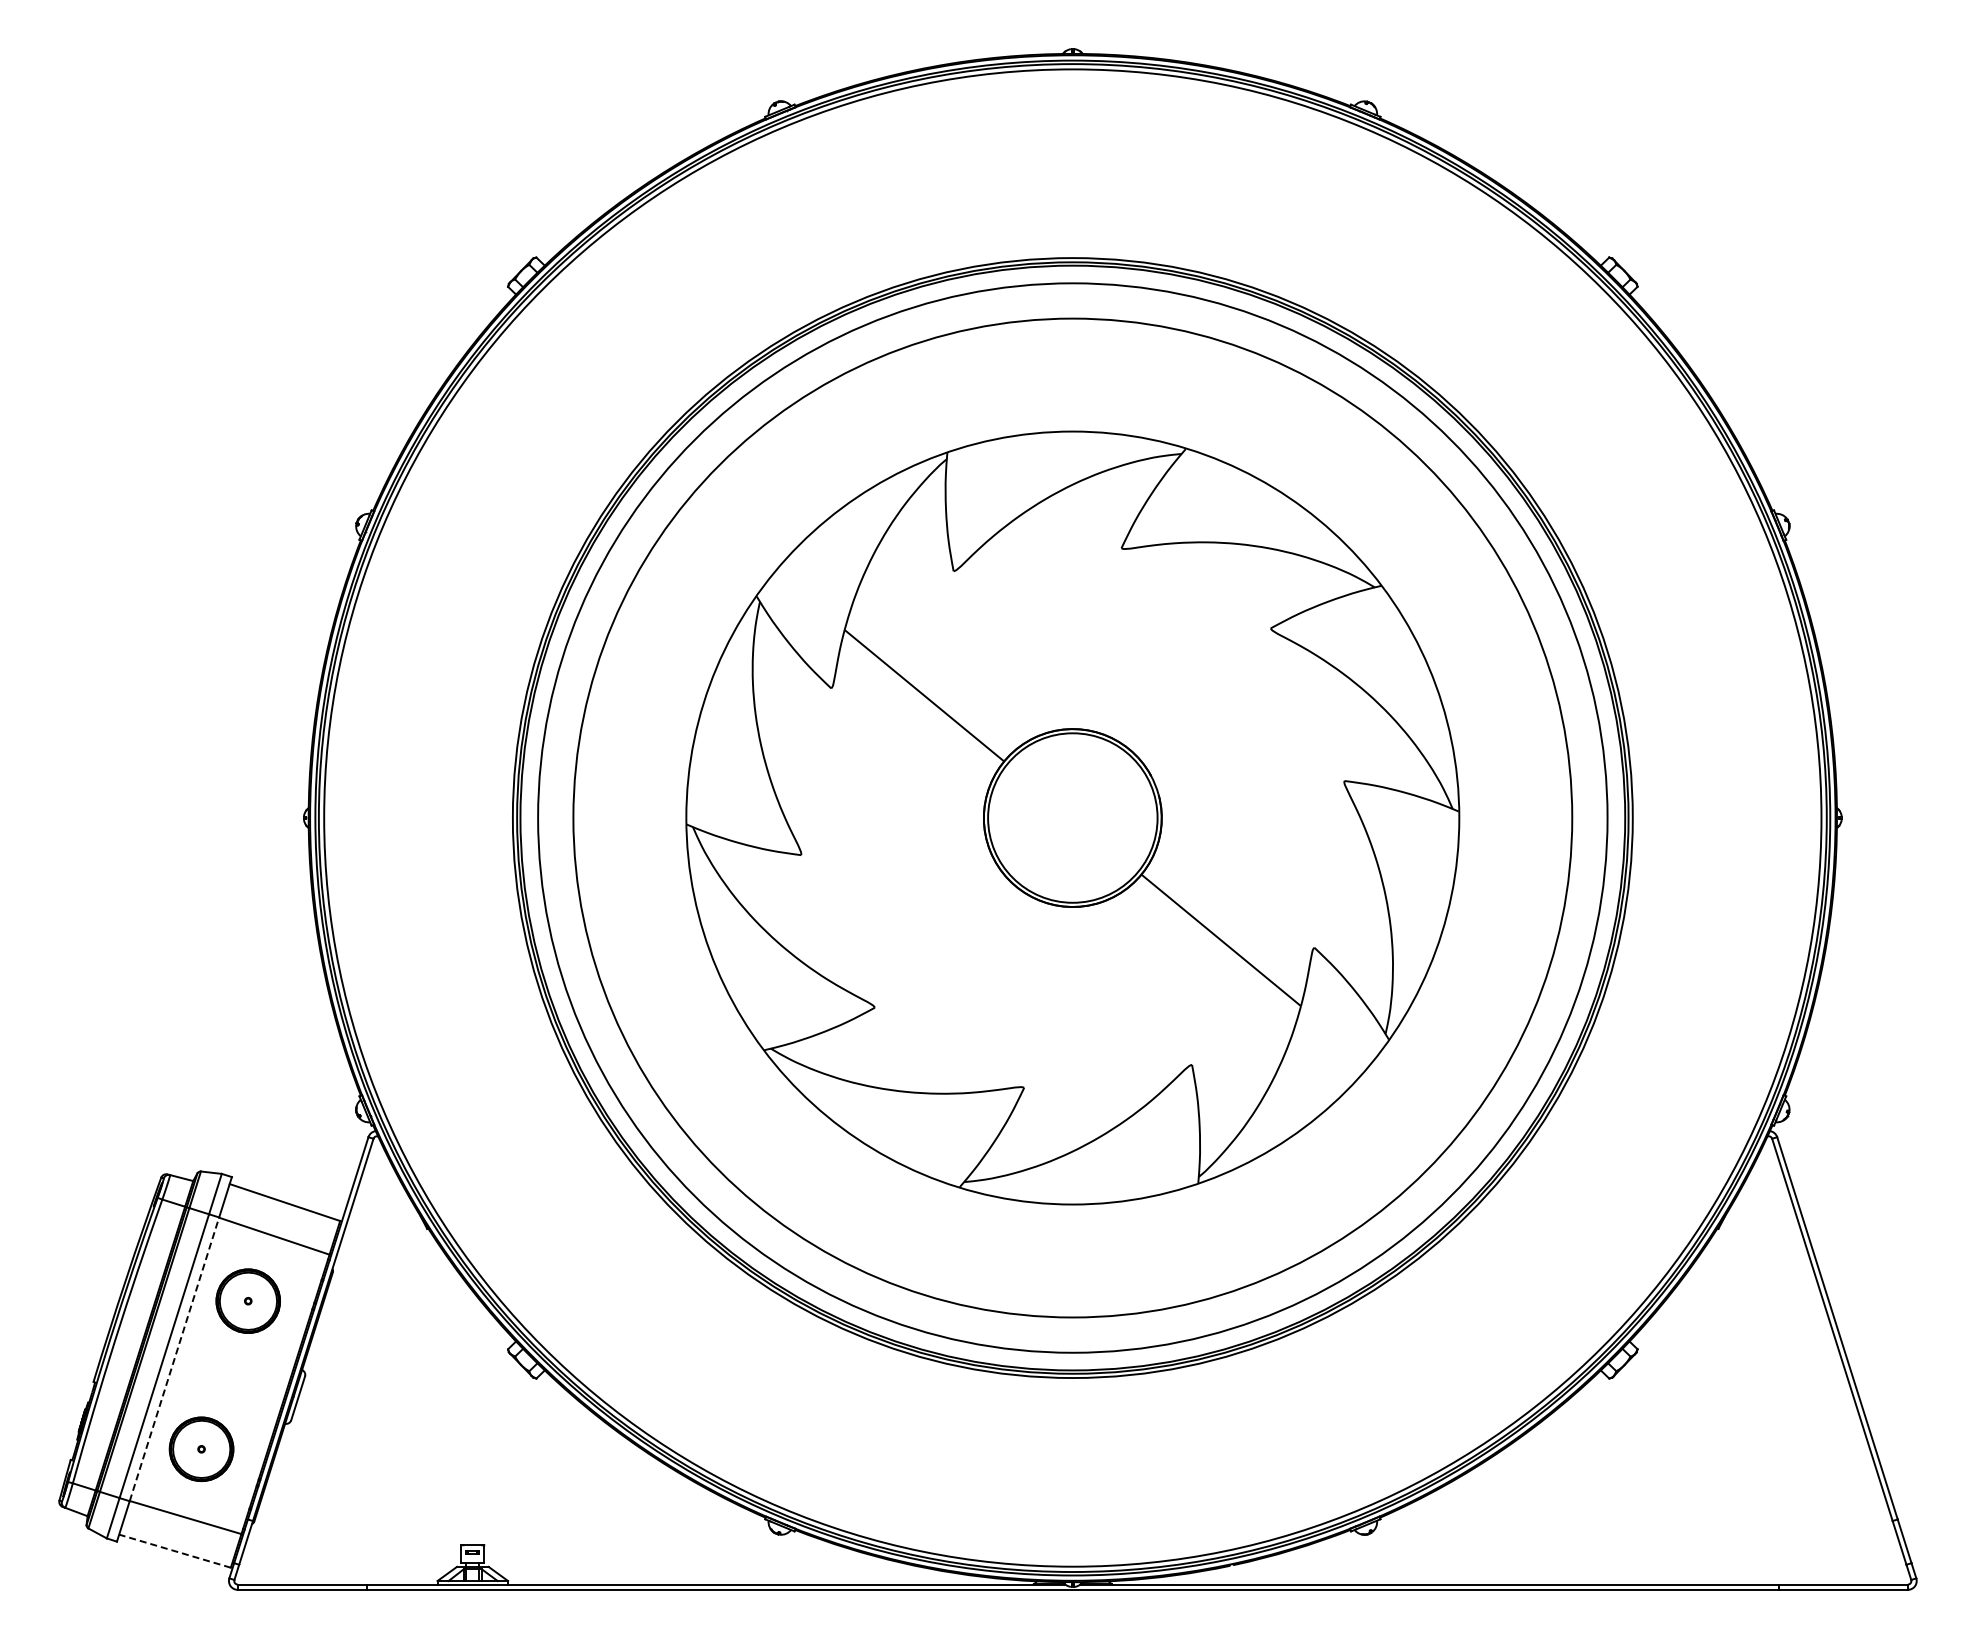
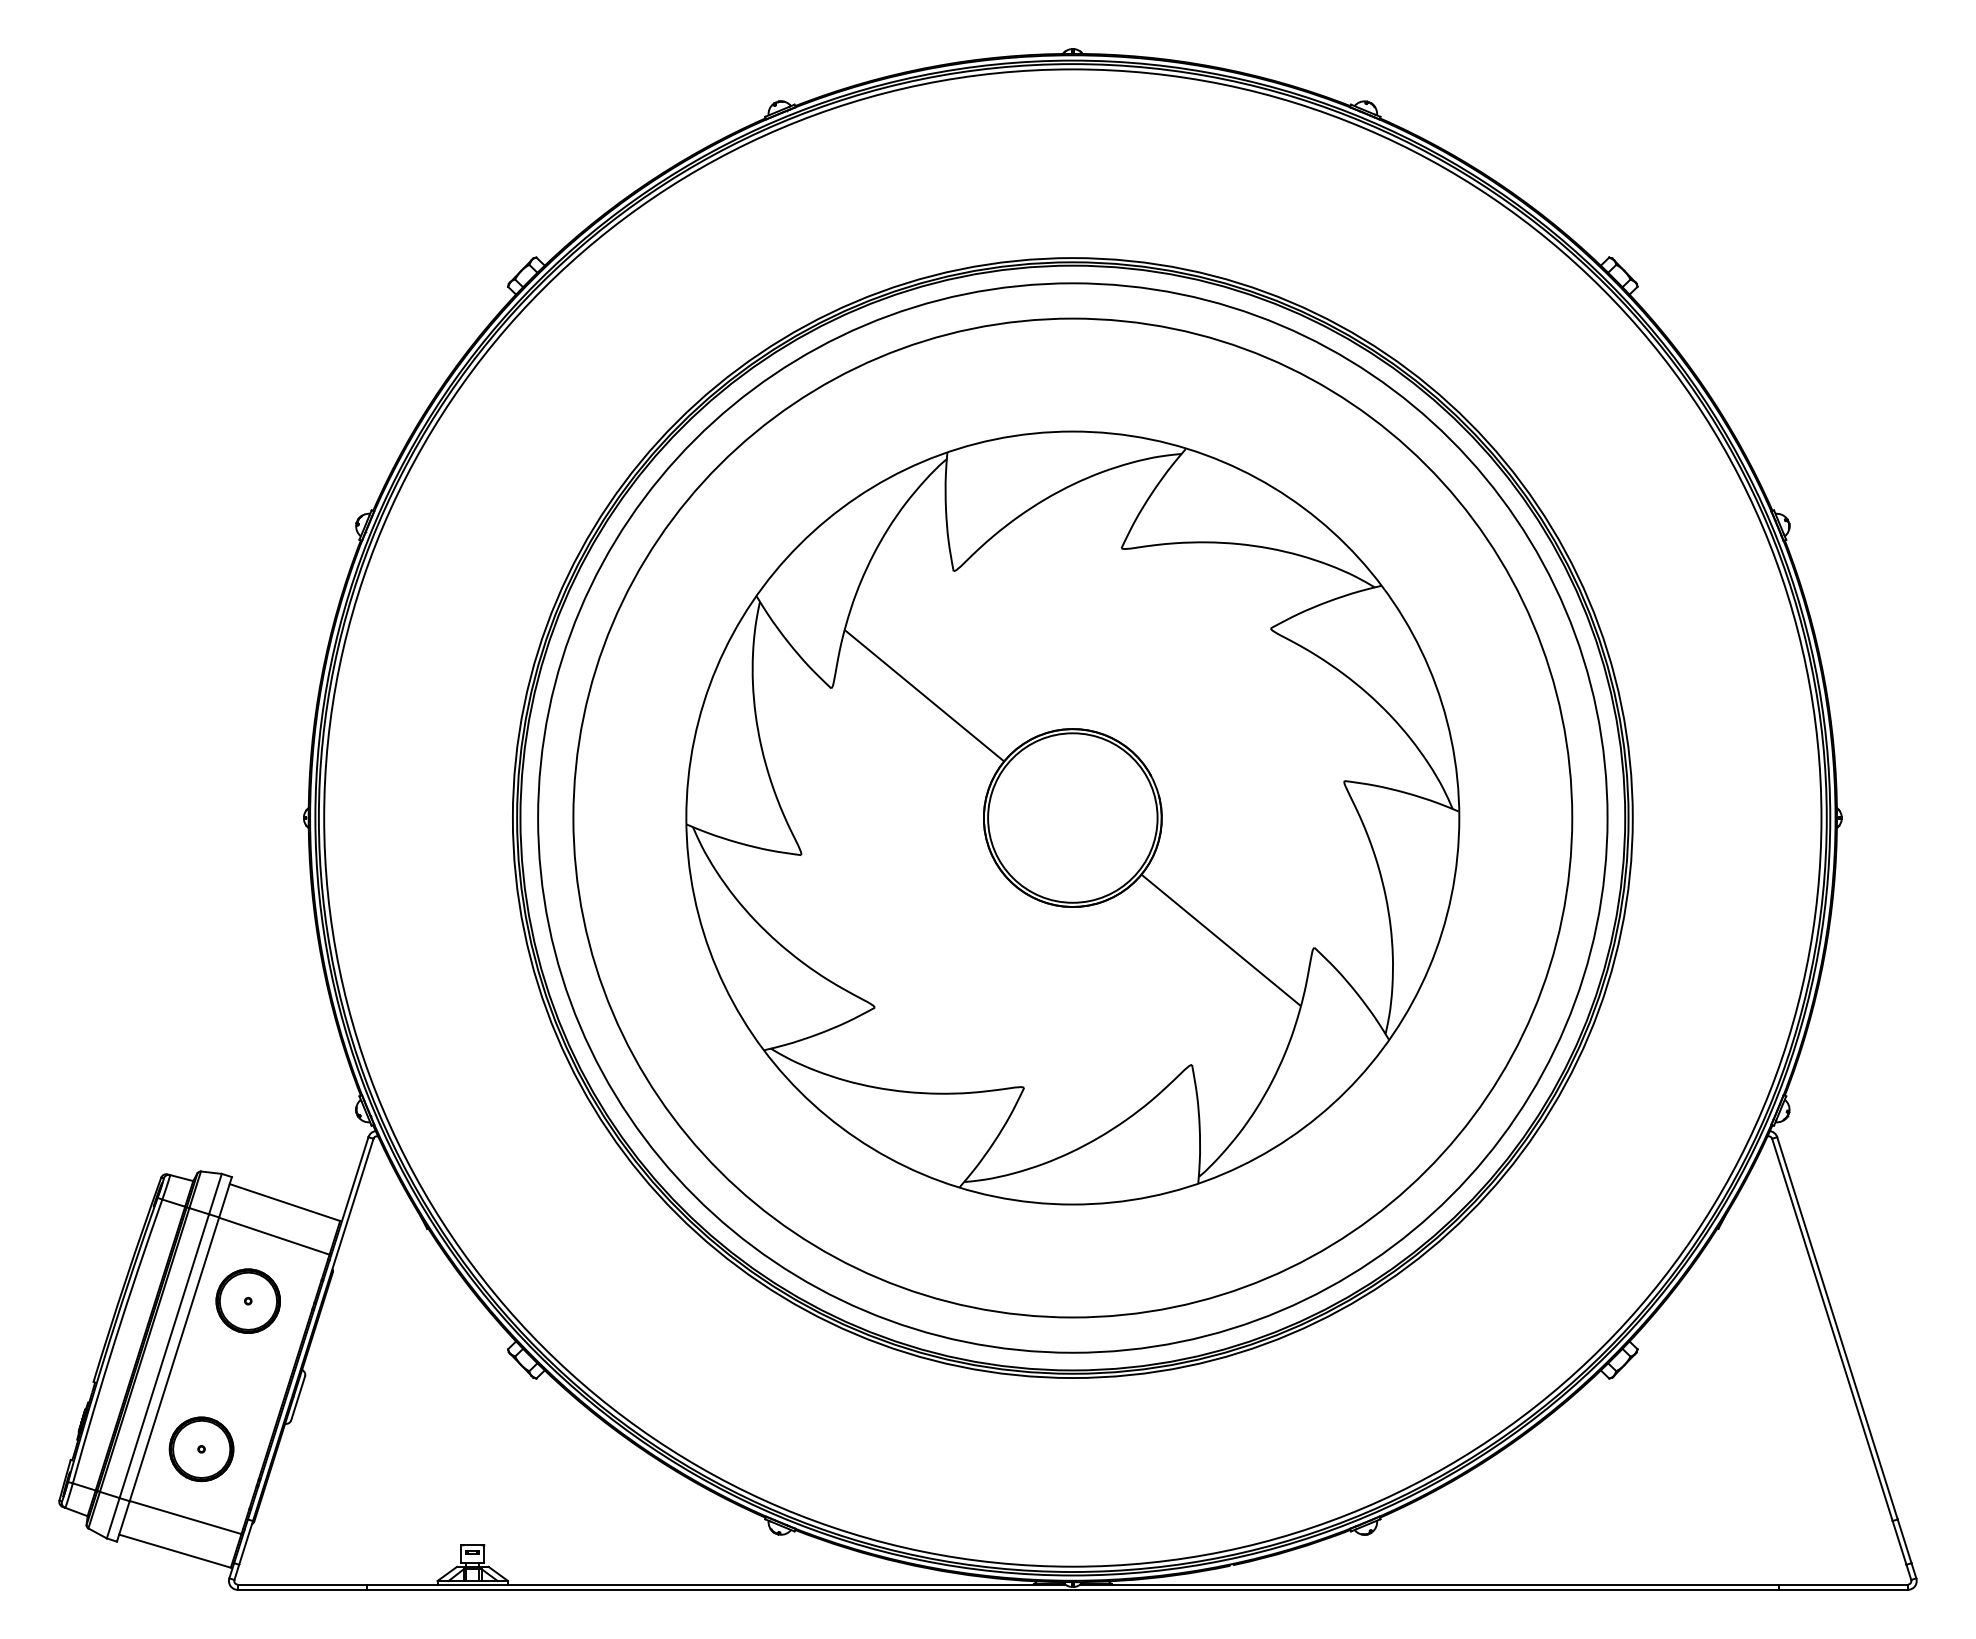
line at (174, 1359): dashed -> solid
line at (174, 1551): dashed -> solid
